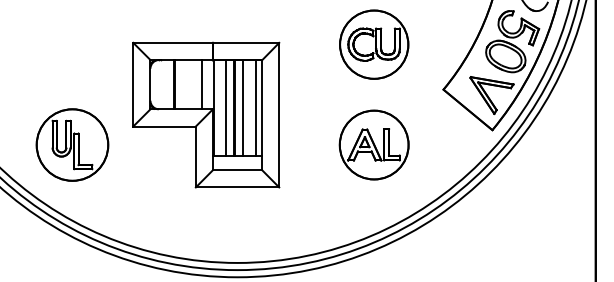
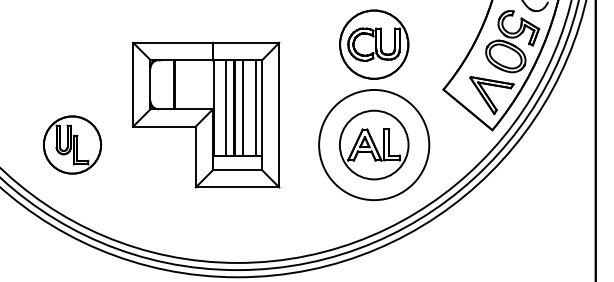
line at (201, 84): present -> none
part at (72, 144) size: 75x74 px -> 59x60 px
circle at (373, 144) diameter: 69 px -> 110 px
